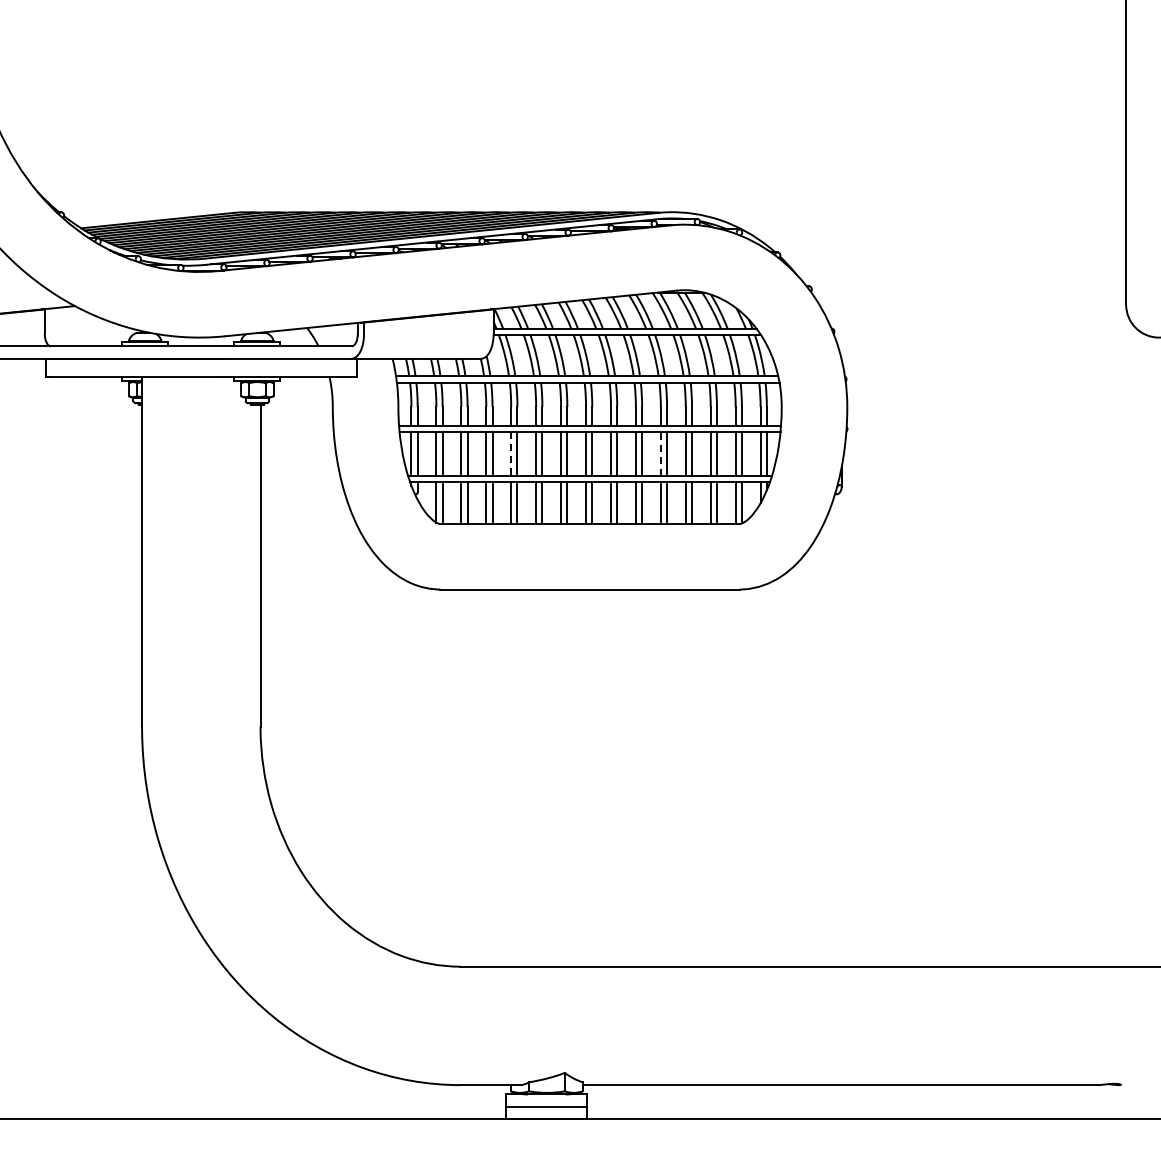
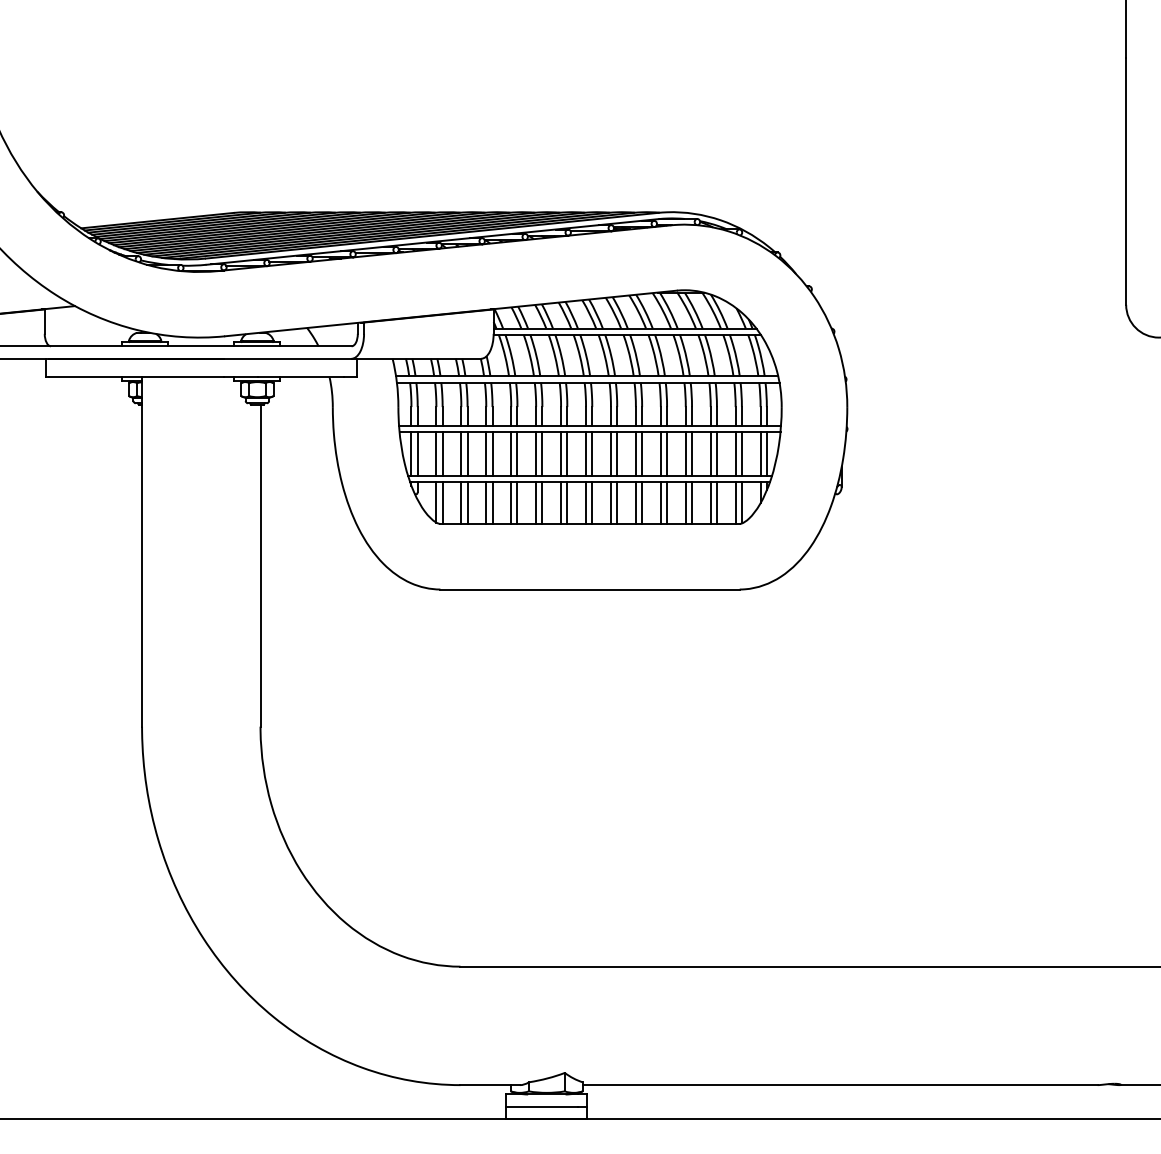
line at (511, 454): dashed -> solid
line at (660, 454): dashed -> solid
line at (1138, 1085): none -> present
